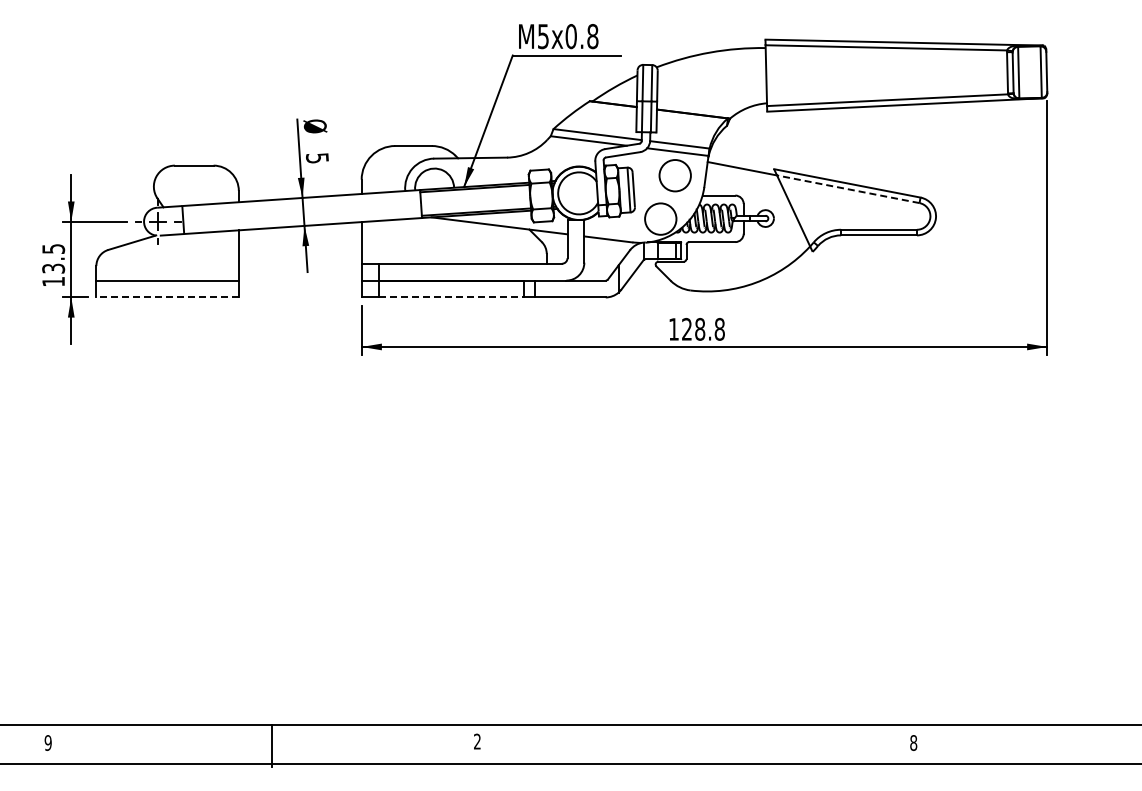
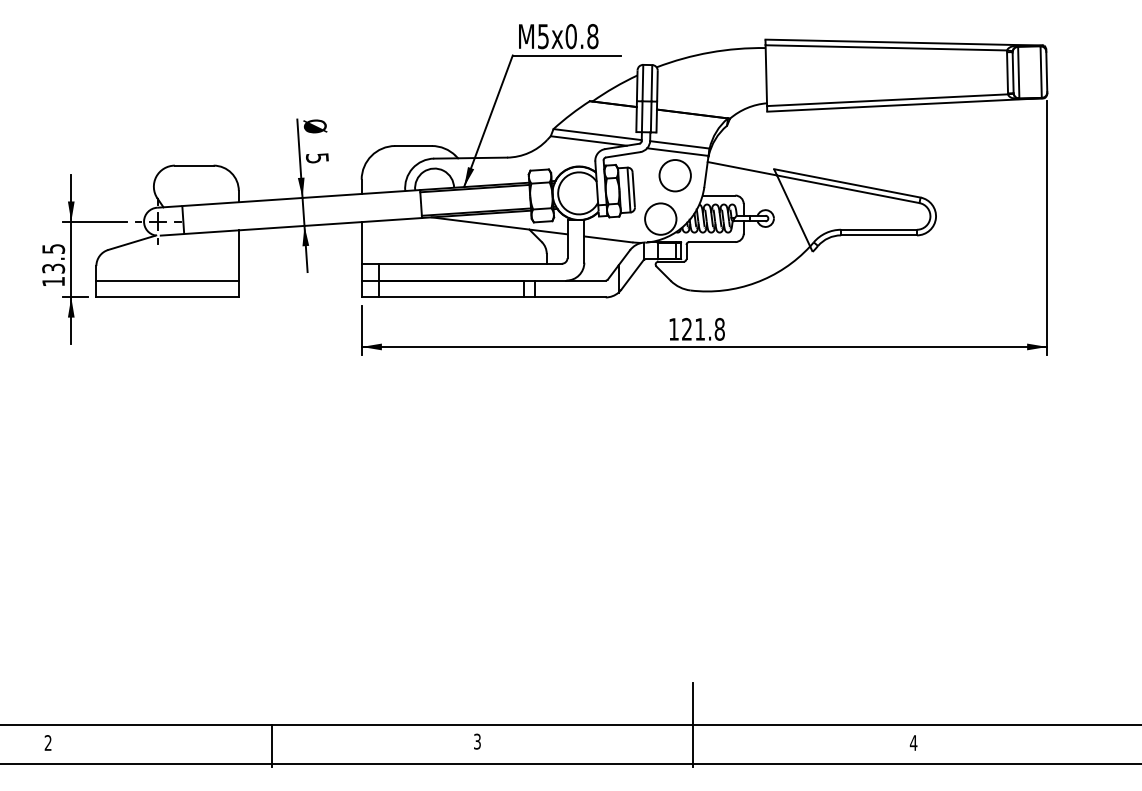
line at (848, 189): dashed -> solid
line at (167, 297): dashed -> solid
line at (451, 297): dashed -> solid
text at (700, 328): 128.8 -> 121.8
line at (692, 724): none -> present
text at (477, 741): 2 -> 3
text at (47, 742): 9 -> 2
text at (913, 742): 8 -> 4
